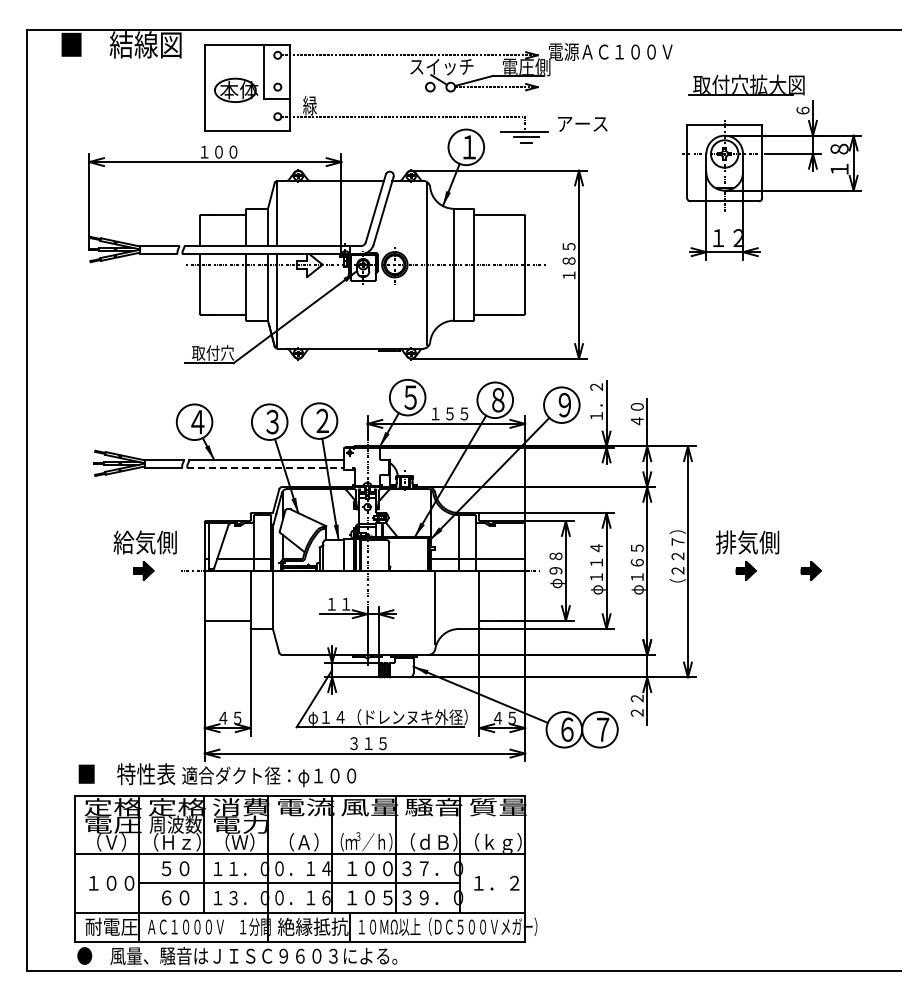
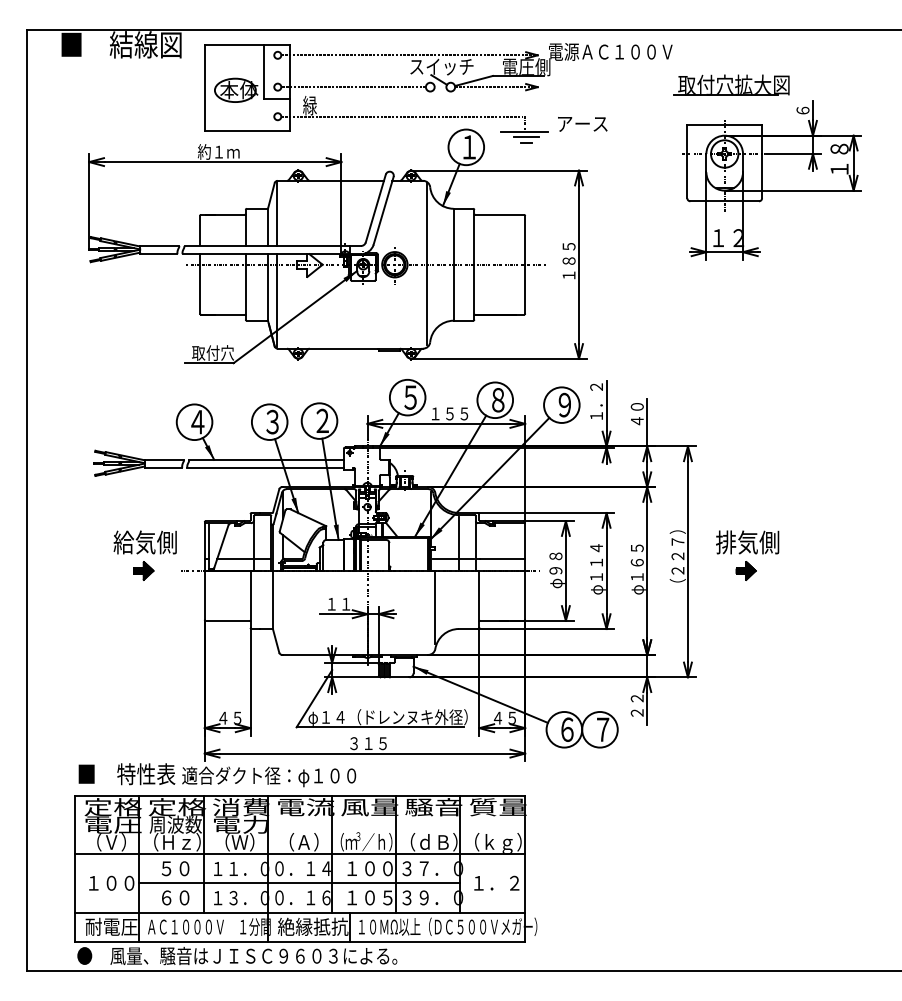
part at (746, 84) position: (746, 84) -> (731, 84)
line at (353, 87): none -> present
text at (218, 151): １００ -> 約１ｍ
line at (266, 467): dashed -> solid
part at (810, 570): present -> none
